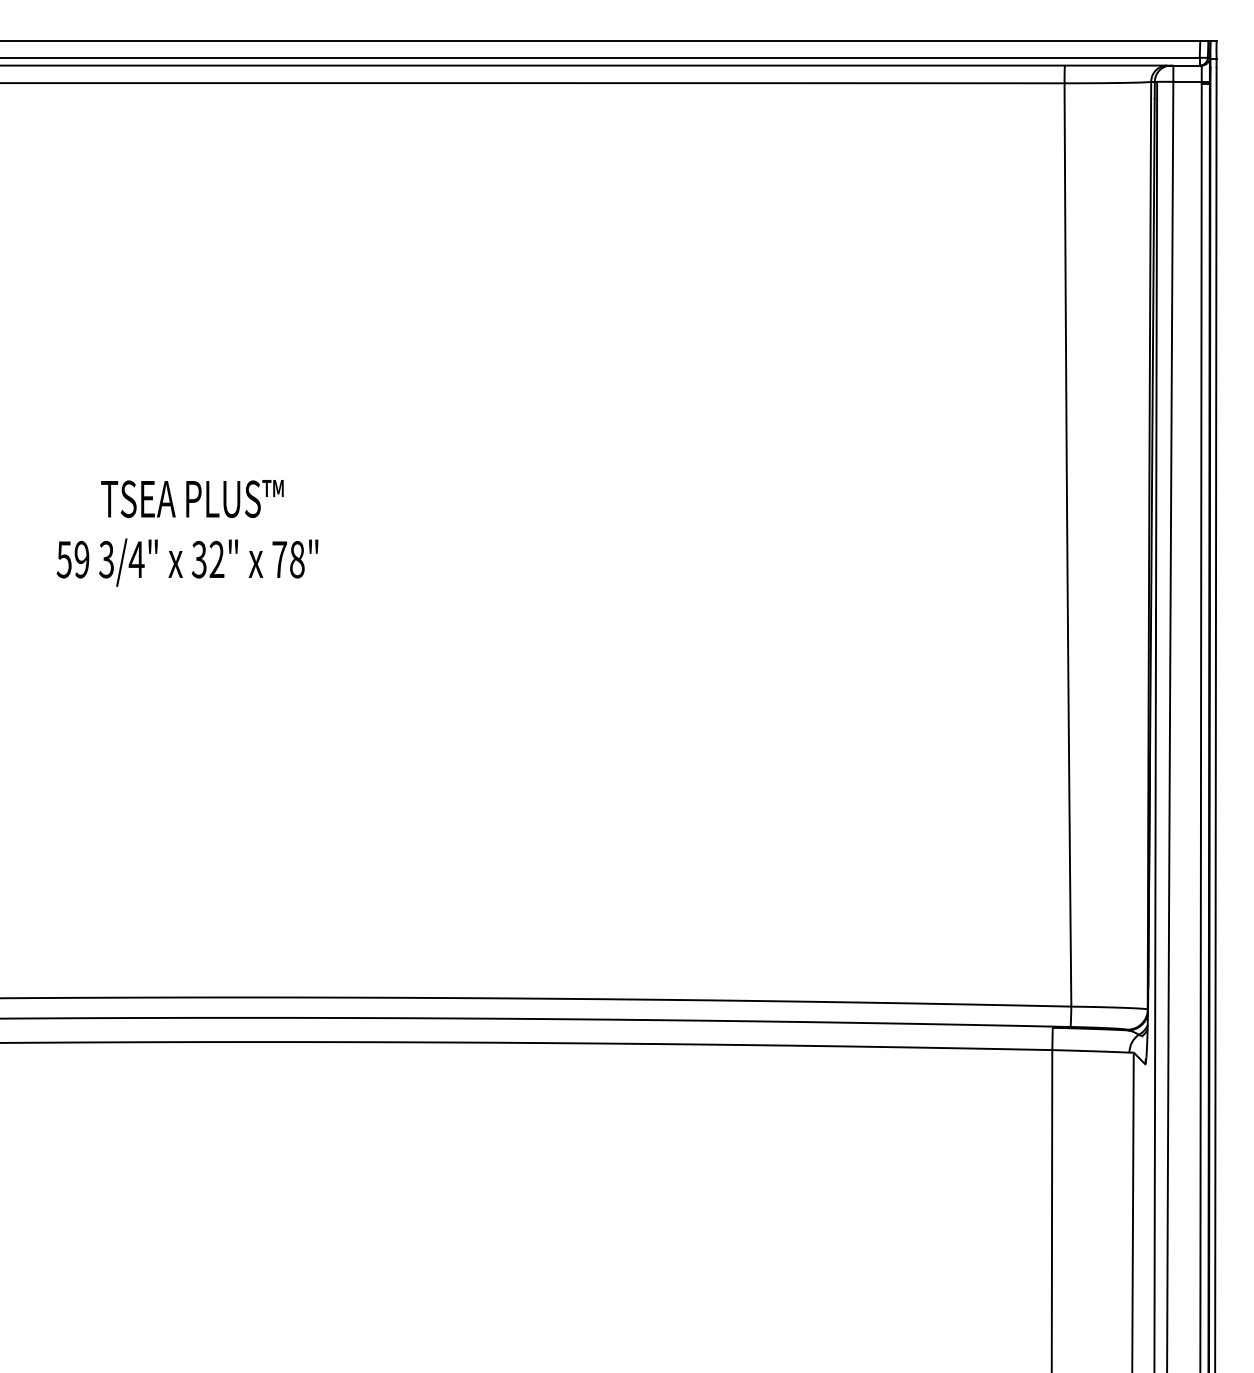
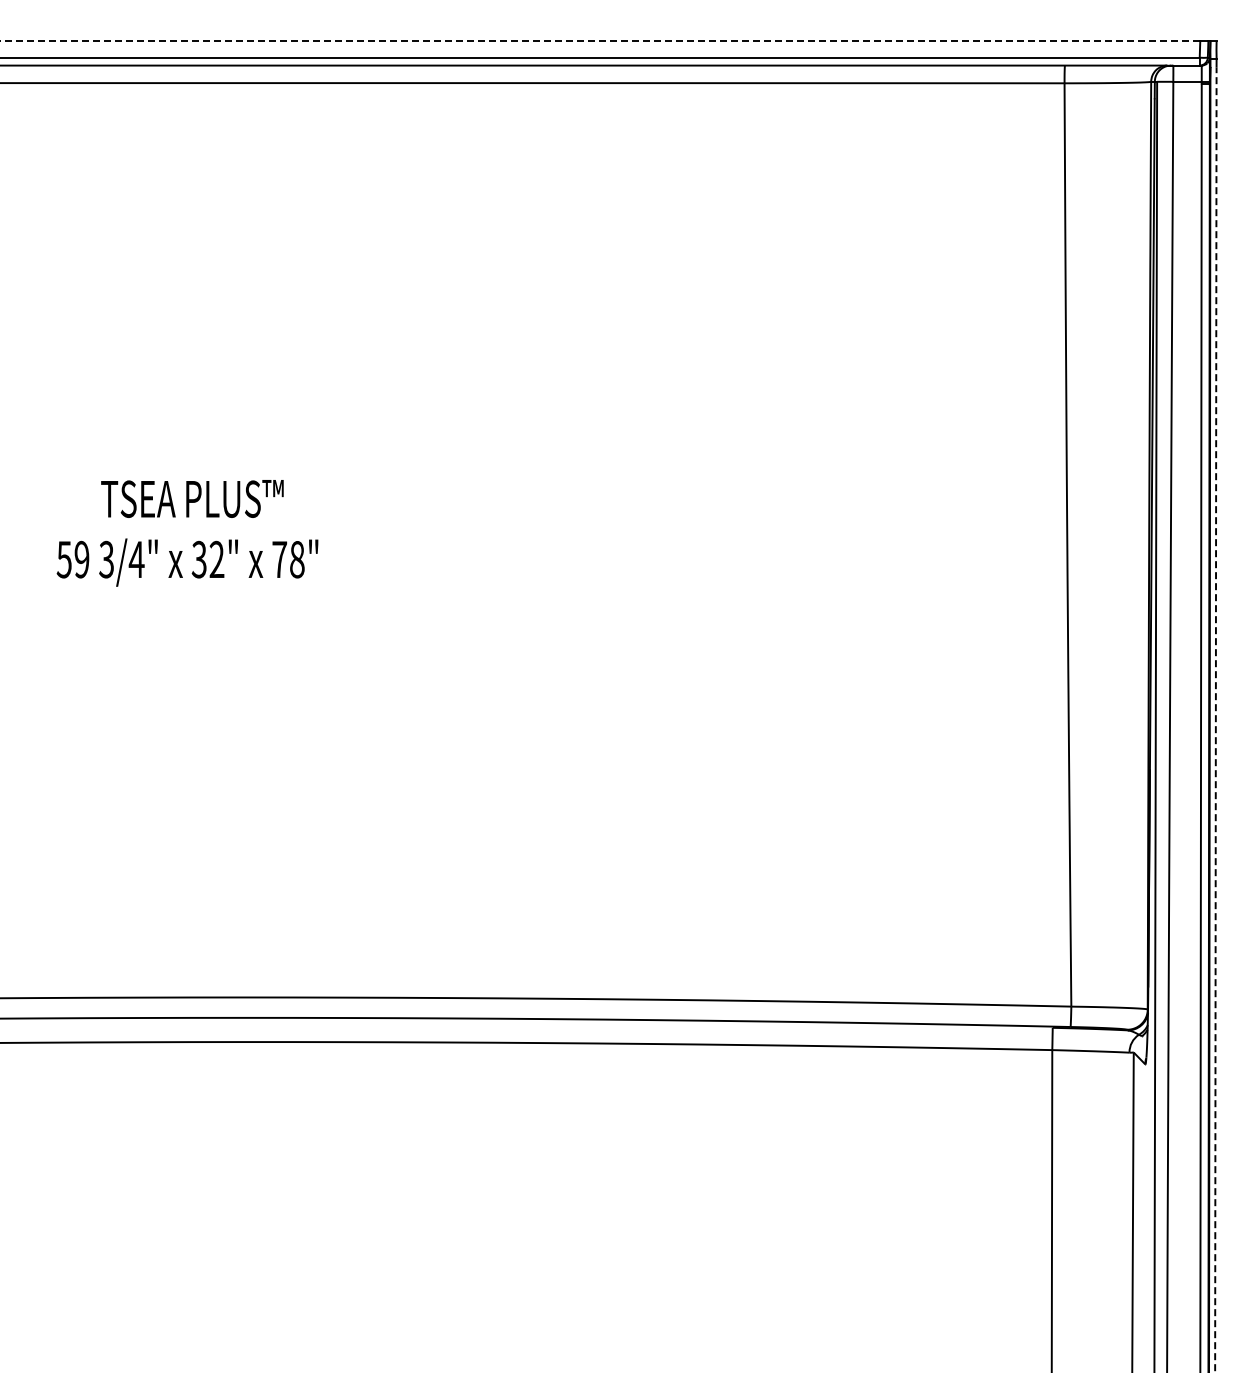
line at (600, 41): solid -> dashed
line at (1215, 719): solid -> dashed
